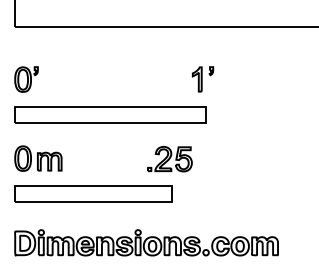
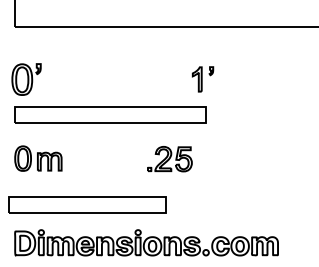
part at (26, 79) size: 25x27 px -> 31x33 px
part at (93, 193) position: (93, 193) -> (87, 204)
